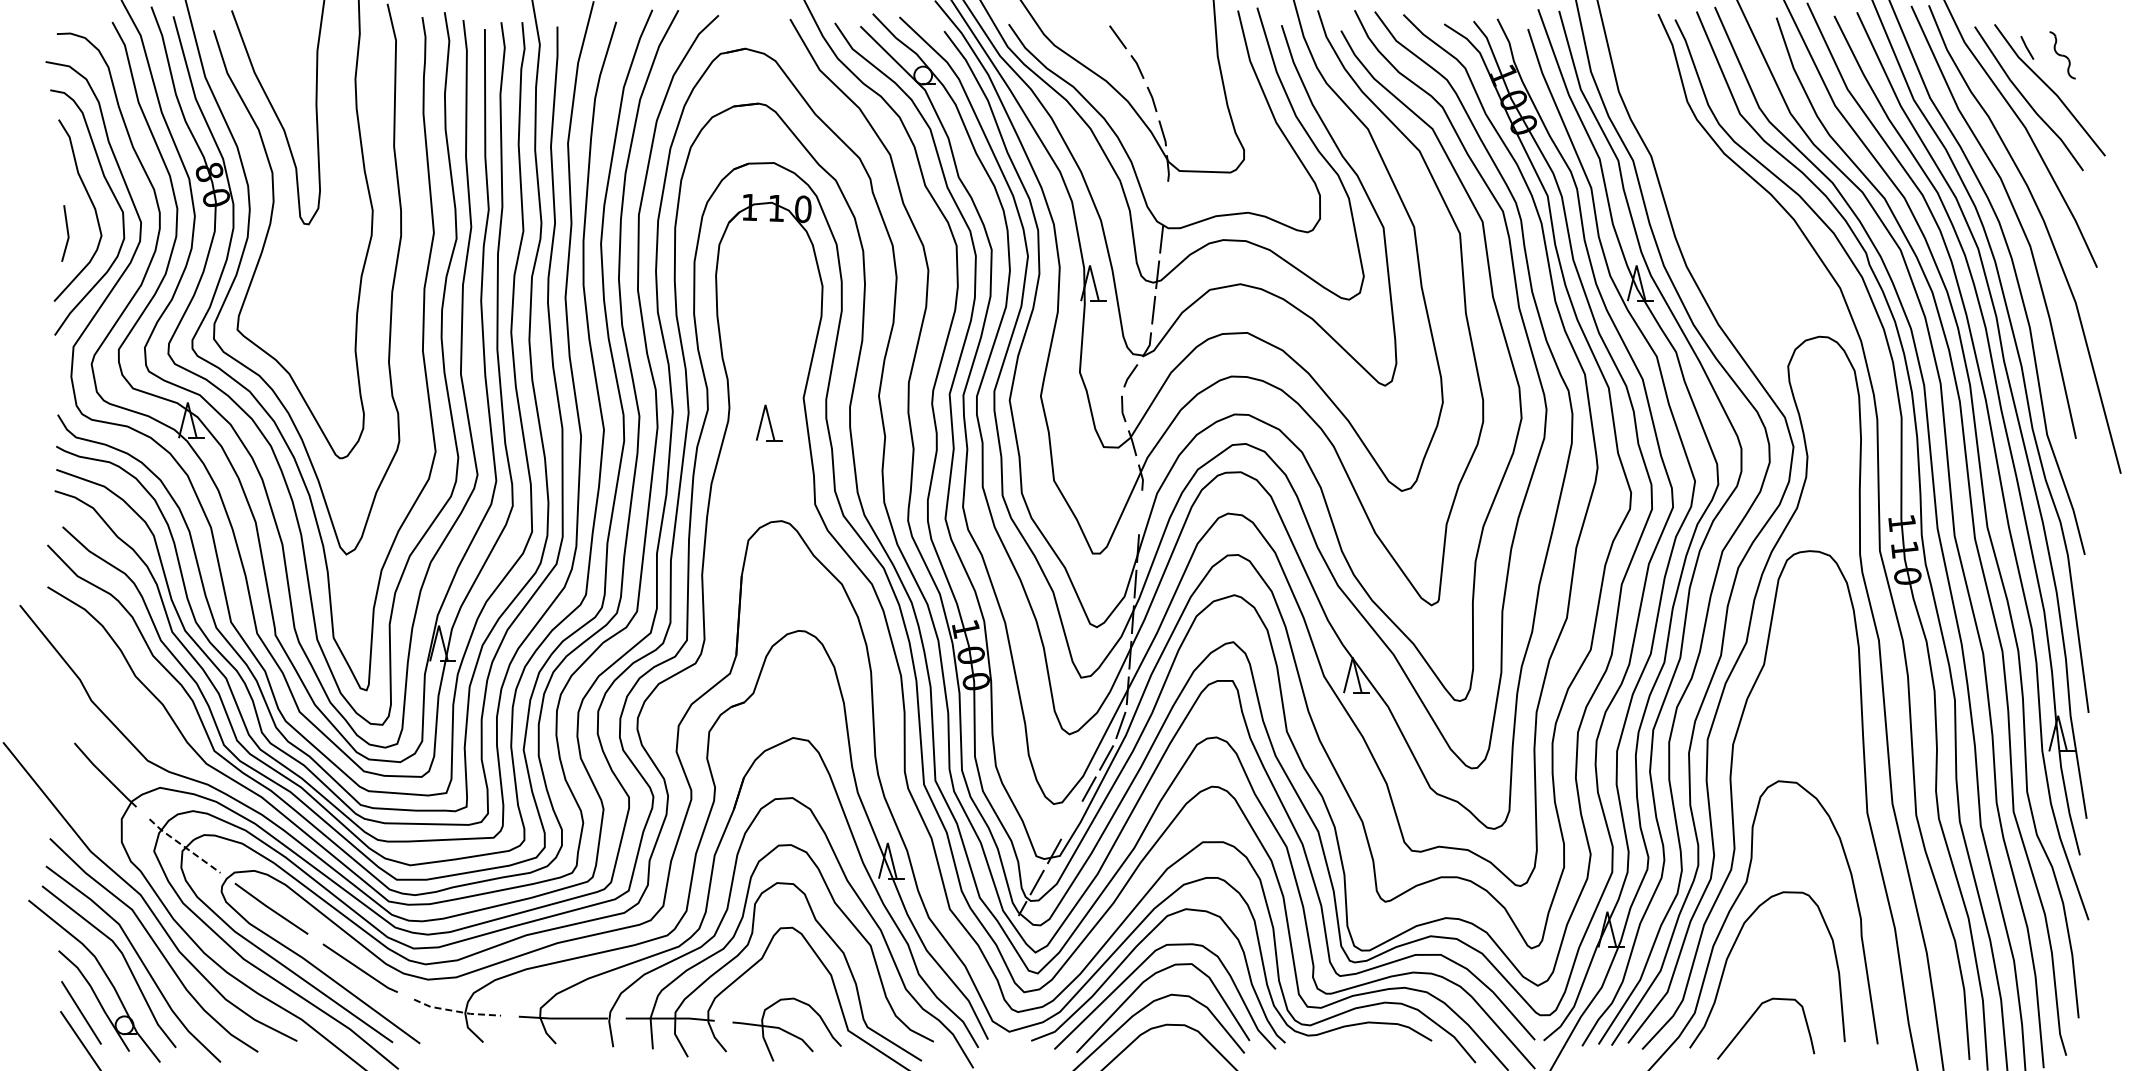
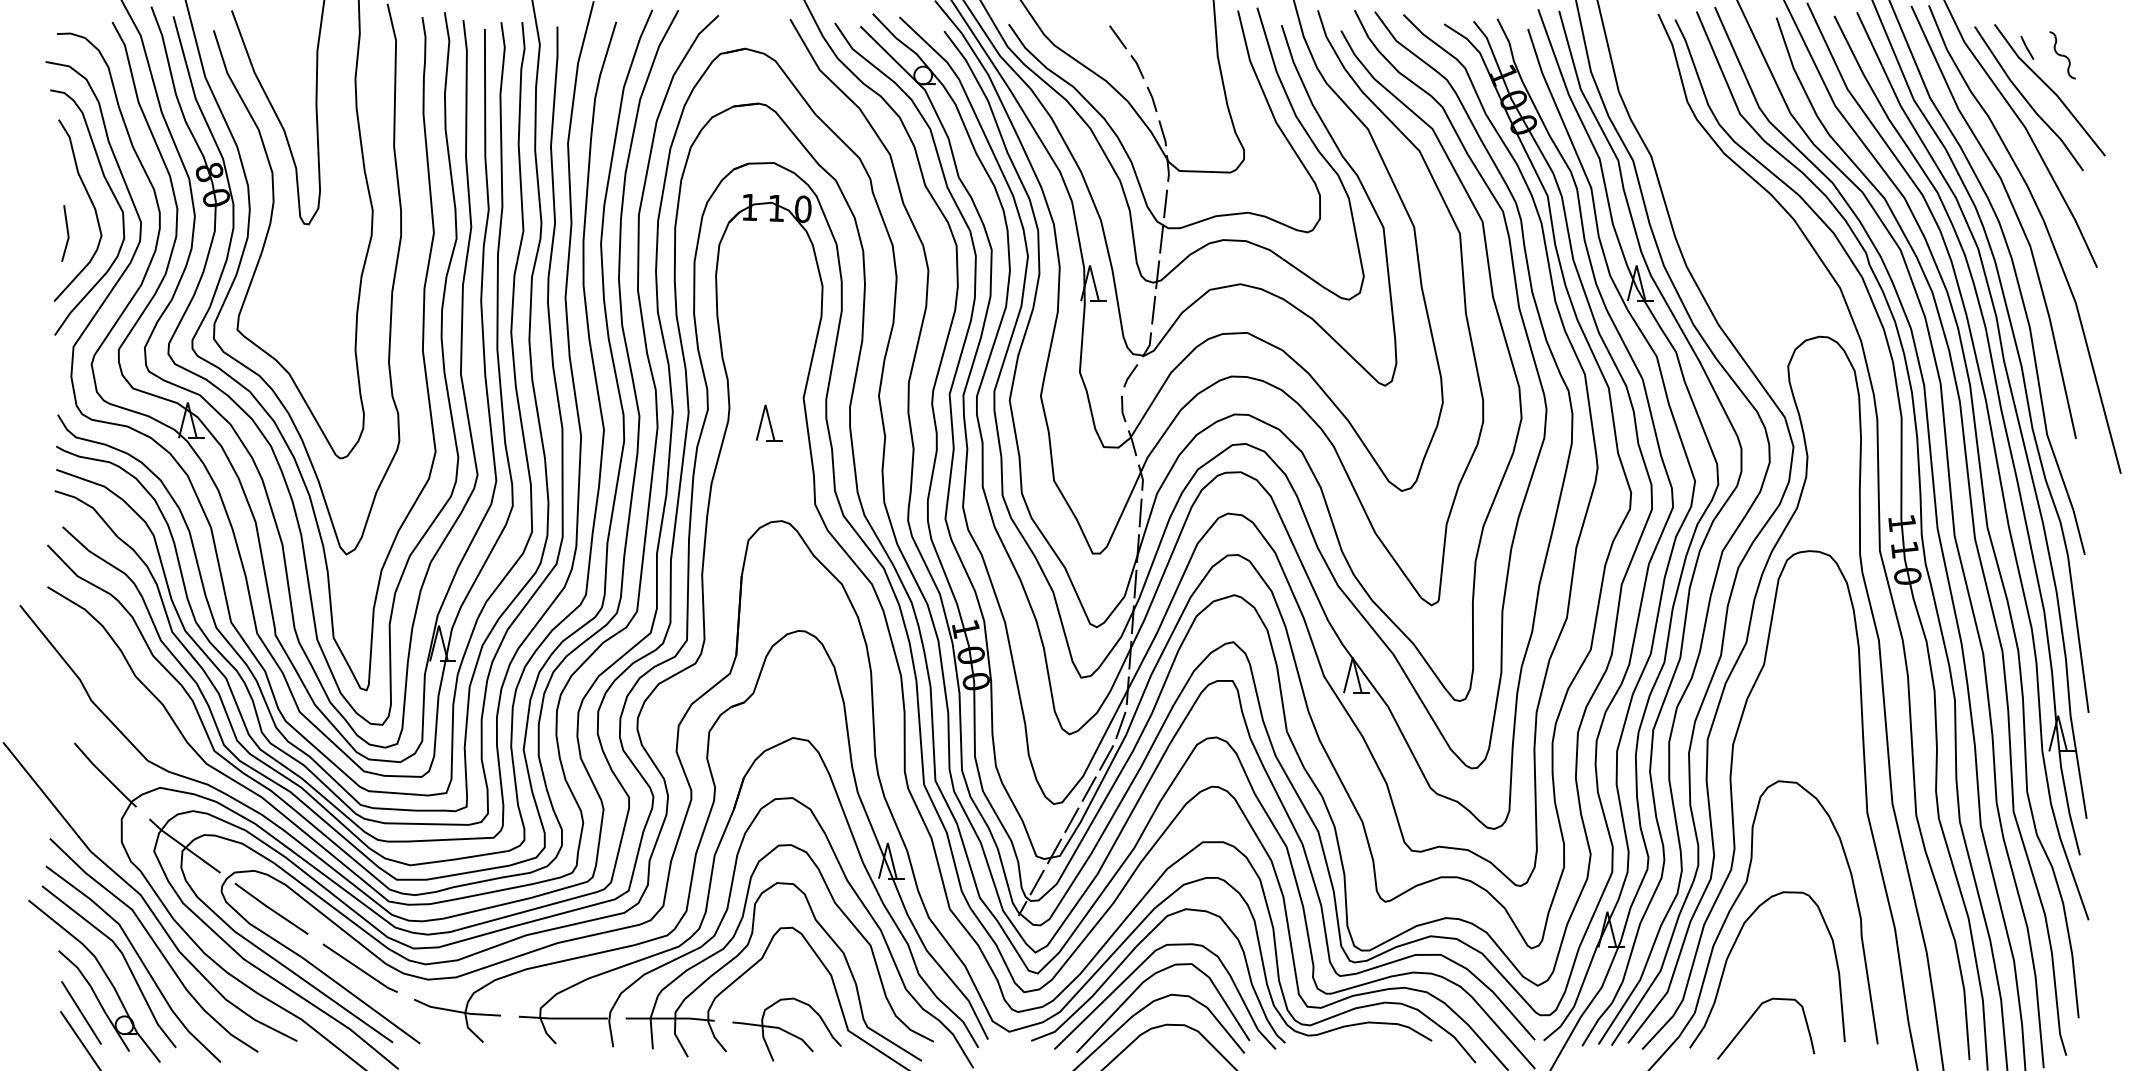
line at (1165, 203): none -> present
line at (1140, 512): none -> present
line at (1071, 819): none -> present
line at (184, 846): dashed -> solid
line at (456, 1011): dashed -> solid
